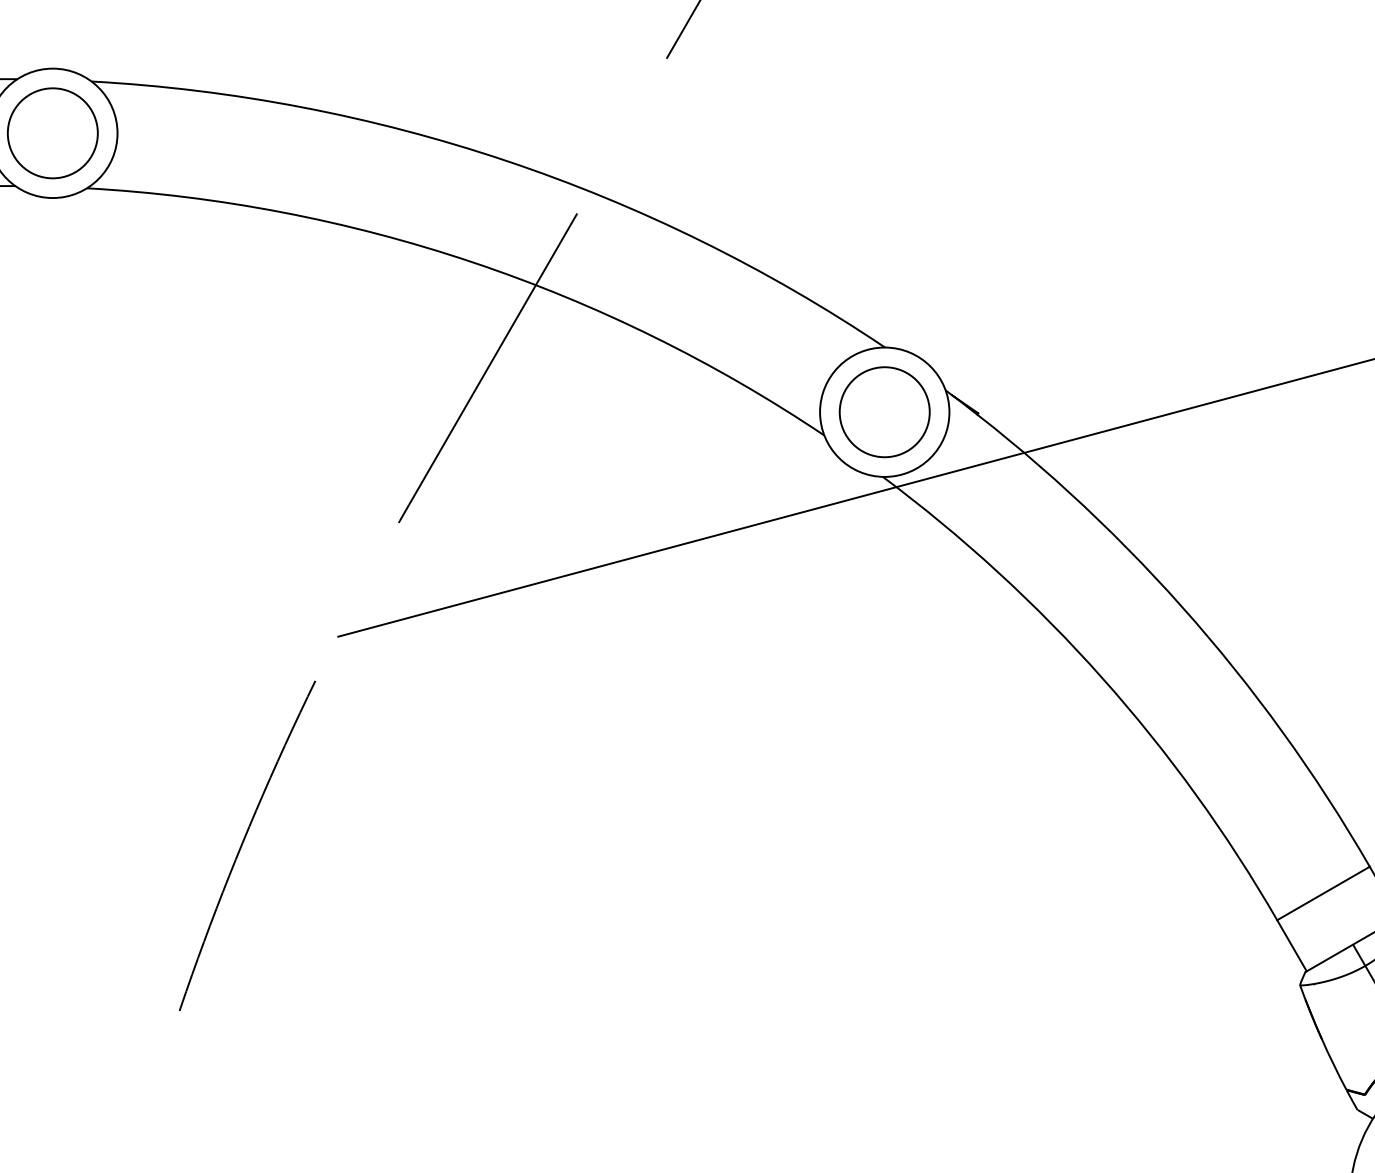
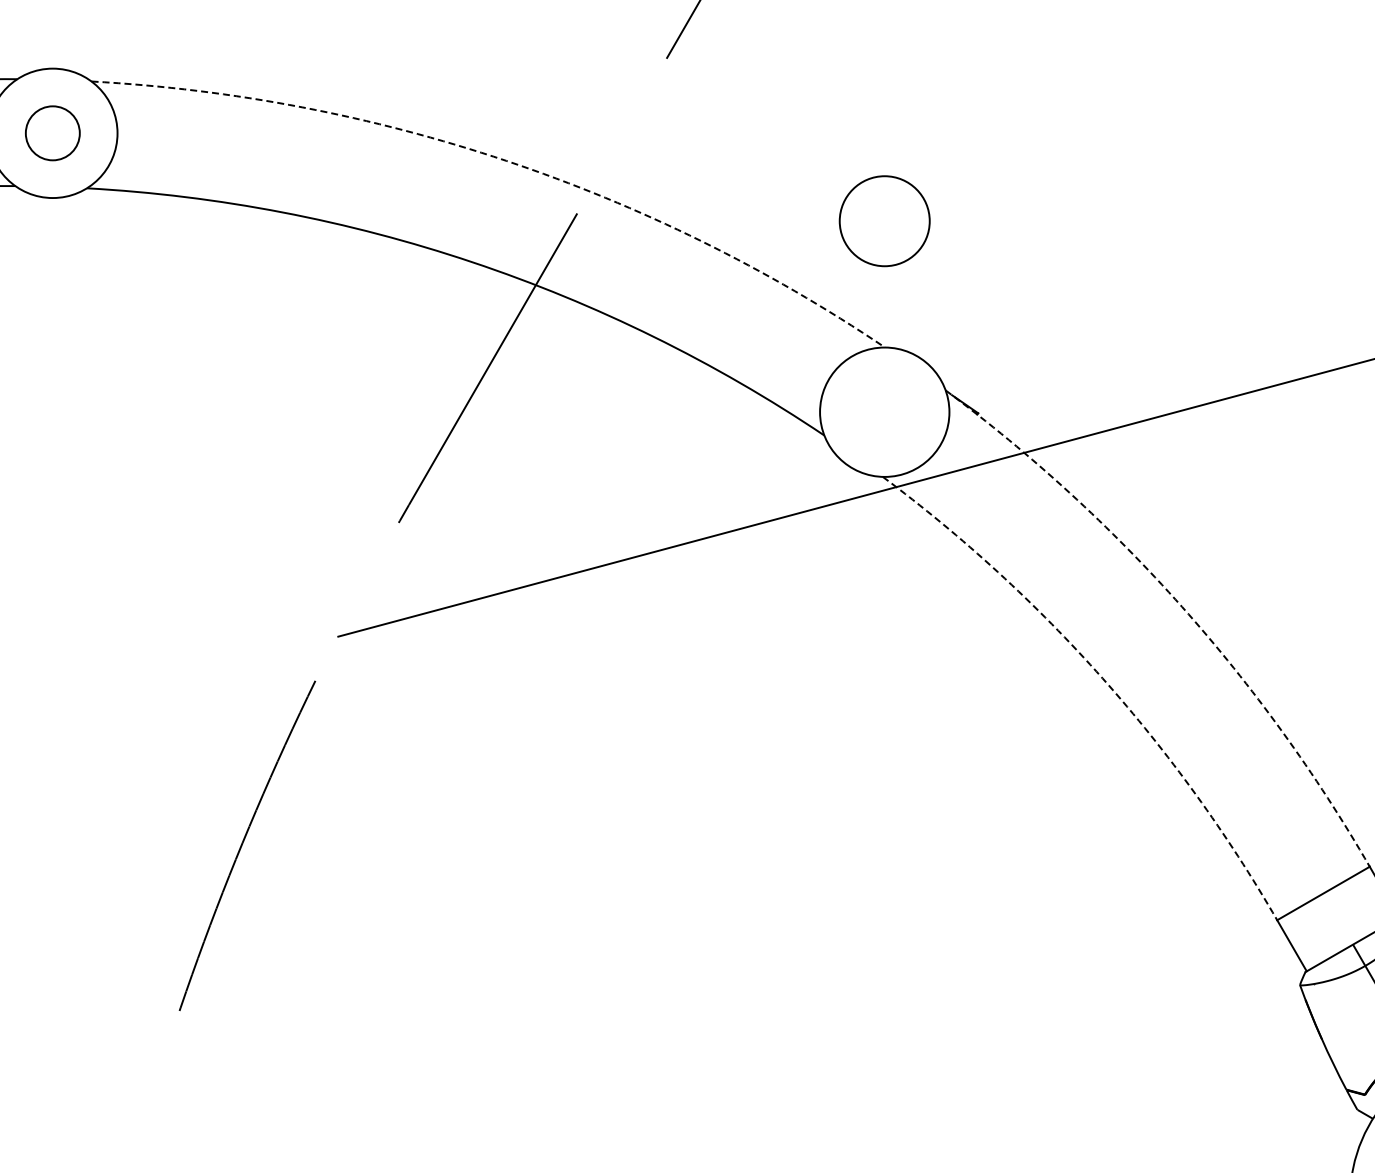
circle at (52, 133) diameter: 90 px -> 54 px
arc at (506, 160): solid -> dashed
circle at (884, 412) position: (884, 412) -> (884, 221)
arc at (1182, 606): solid -> dashed
arc at (1102, 678): solid -> dashed
